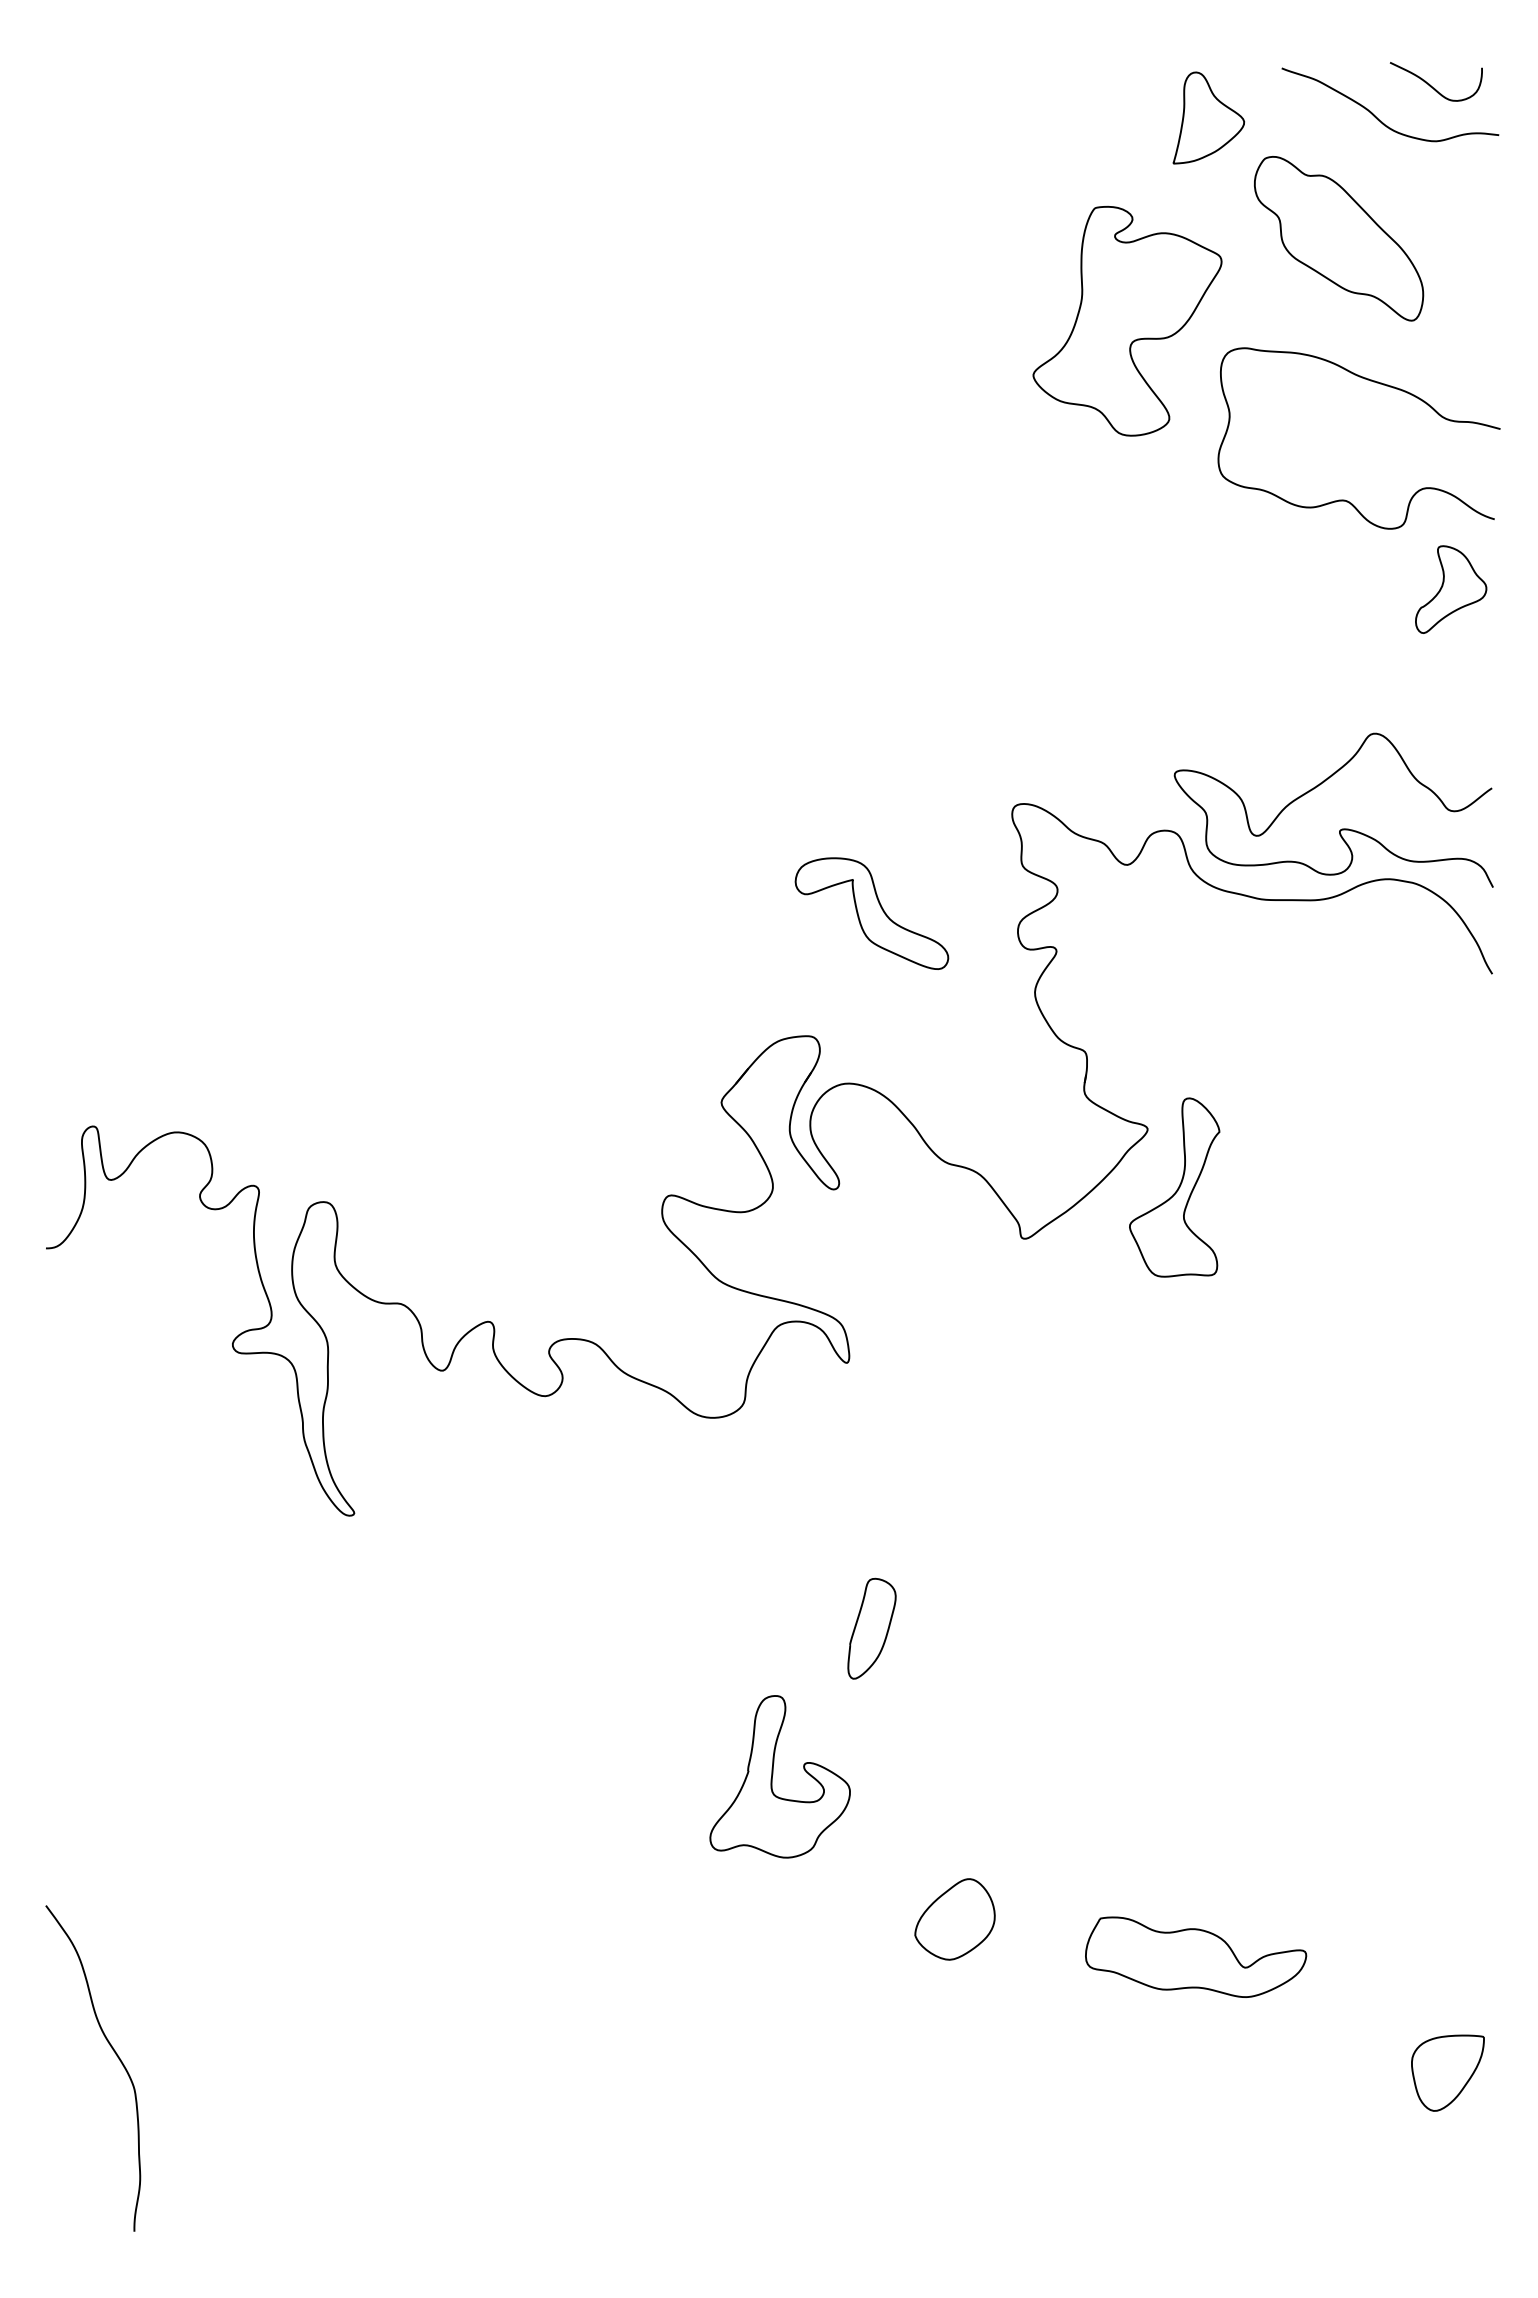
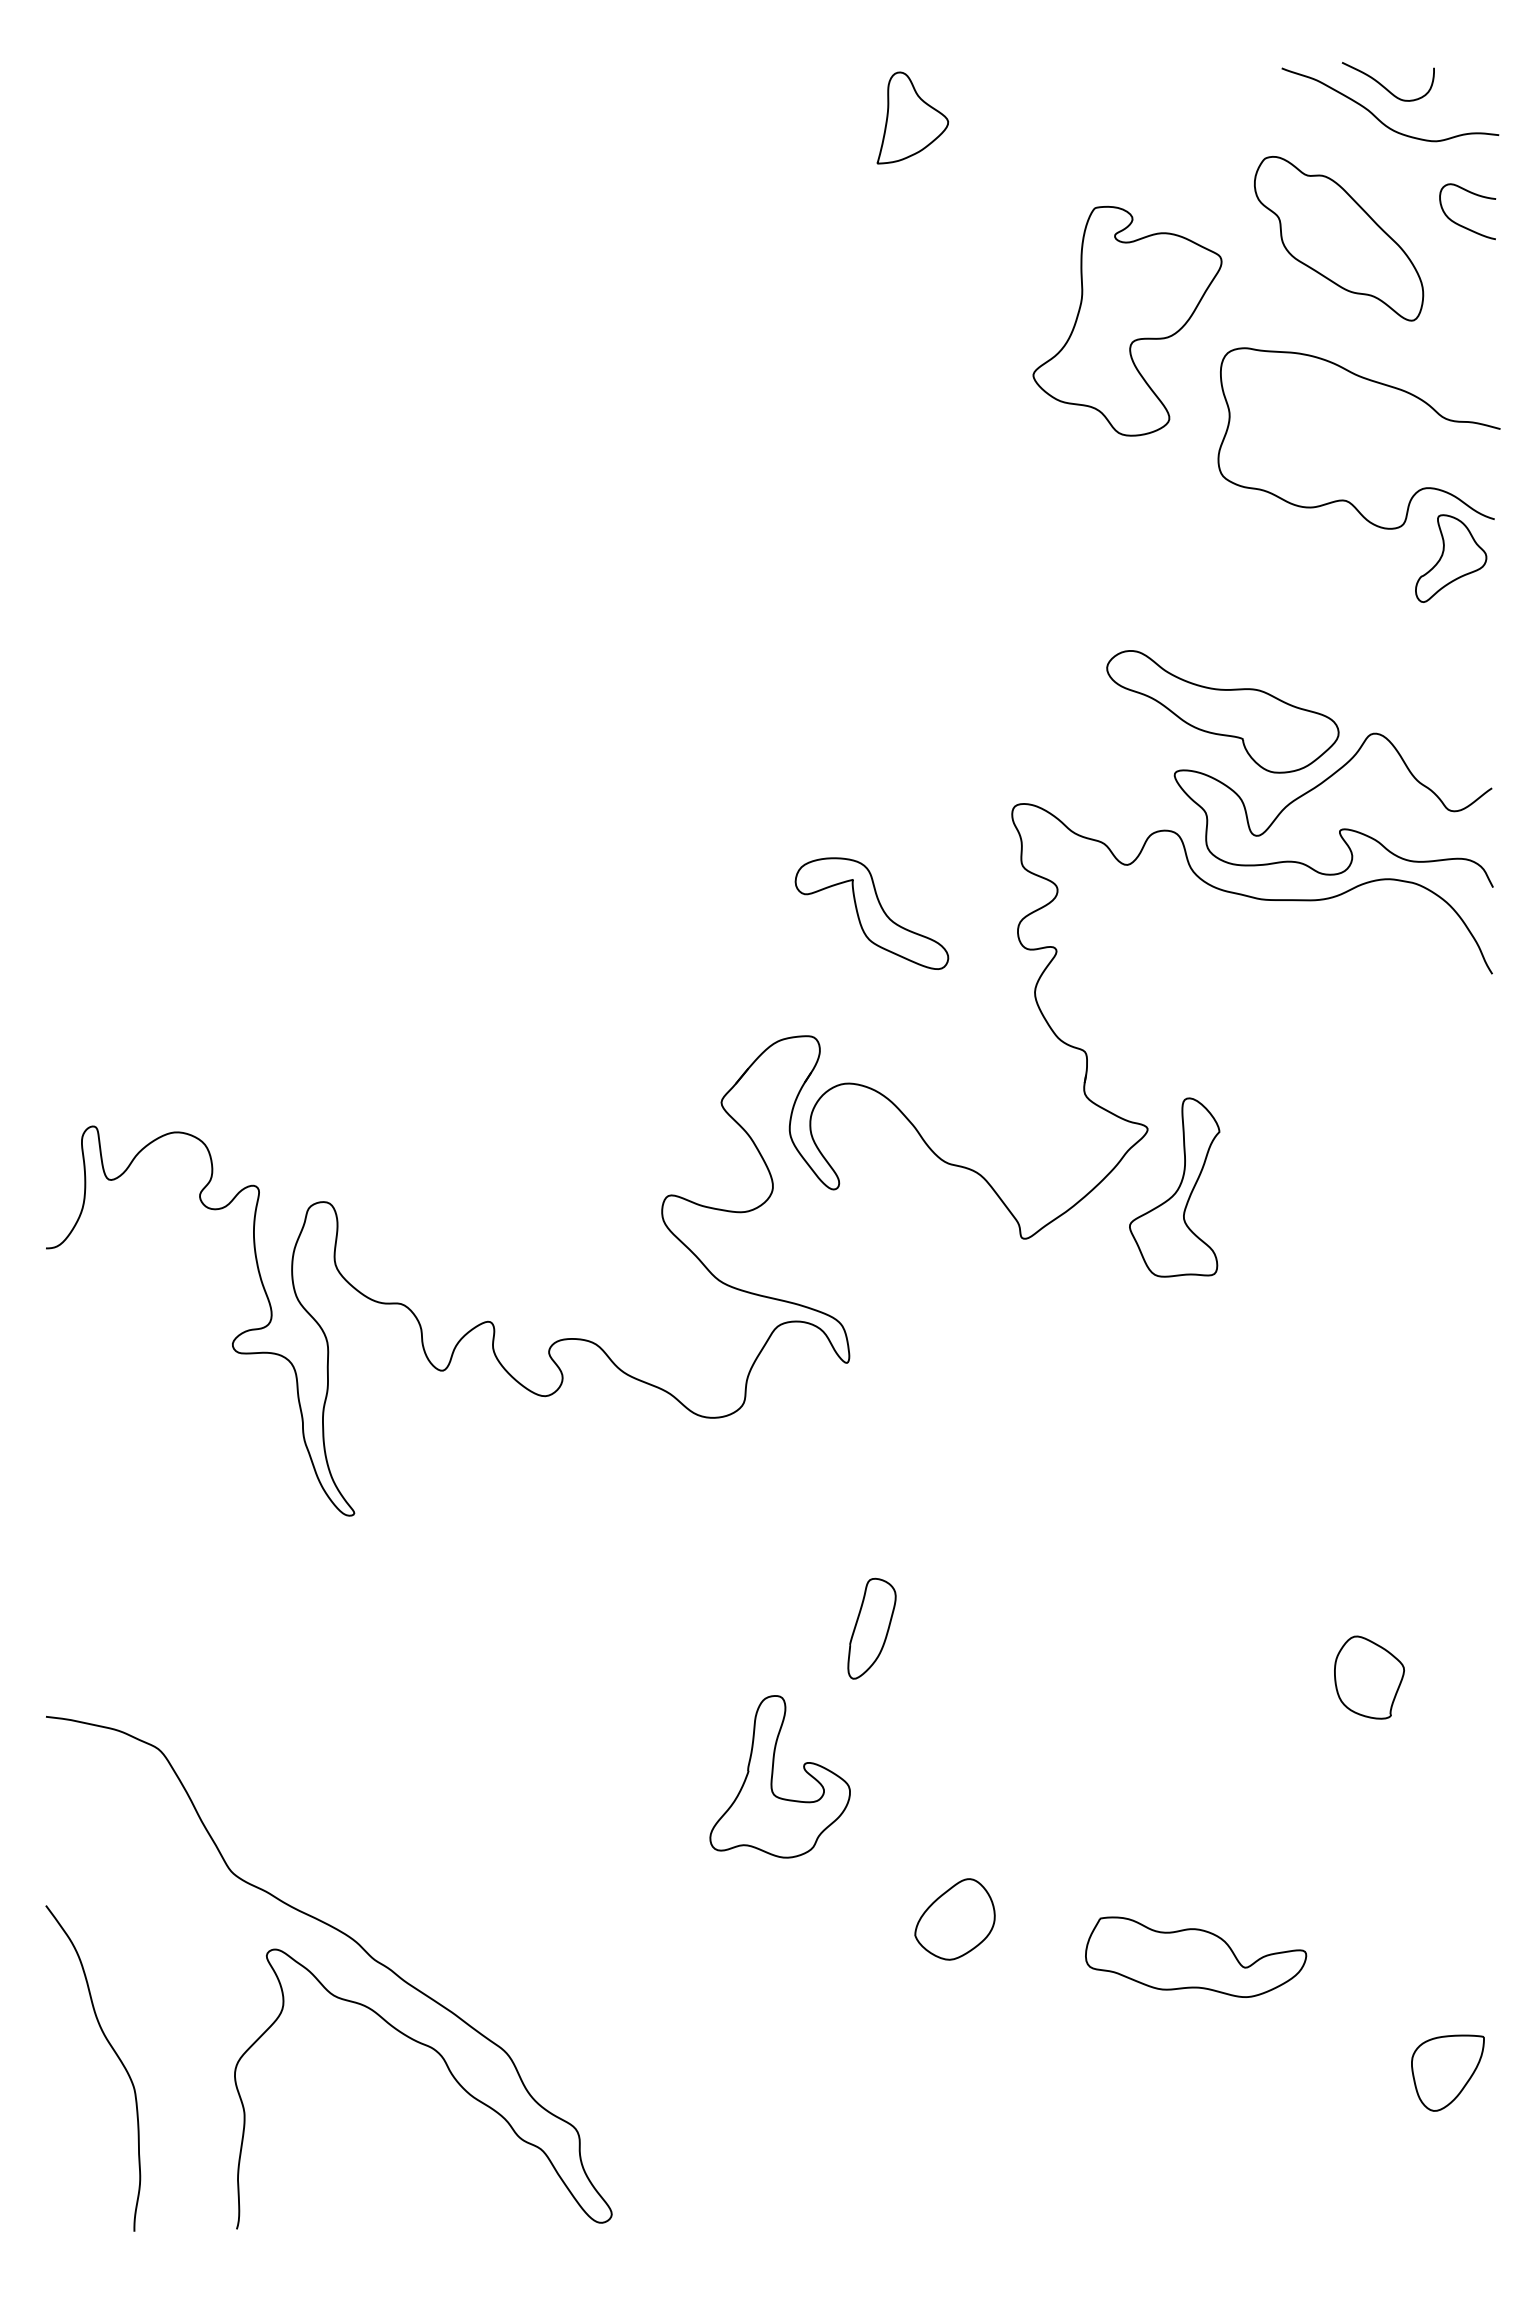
curve at (1431, 85) position: (1431, 85) -> (1383, 85)
part at (1208, 117) position: (1208, 117) -> (912, 117)
curve at (1460, 224): none -> present
part at (1451, 589) position: (1451, 589) -> (1451, 558)
part at (1222, 711): none -> present
part at (1369, 1677): none -> present
curve at (320, 1981): none -> present
